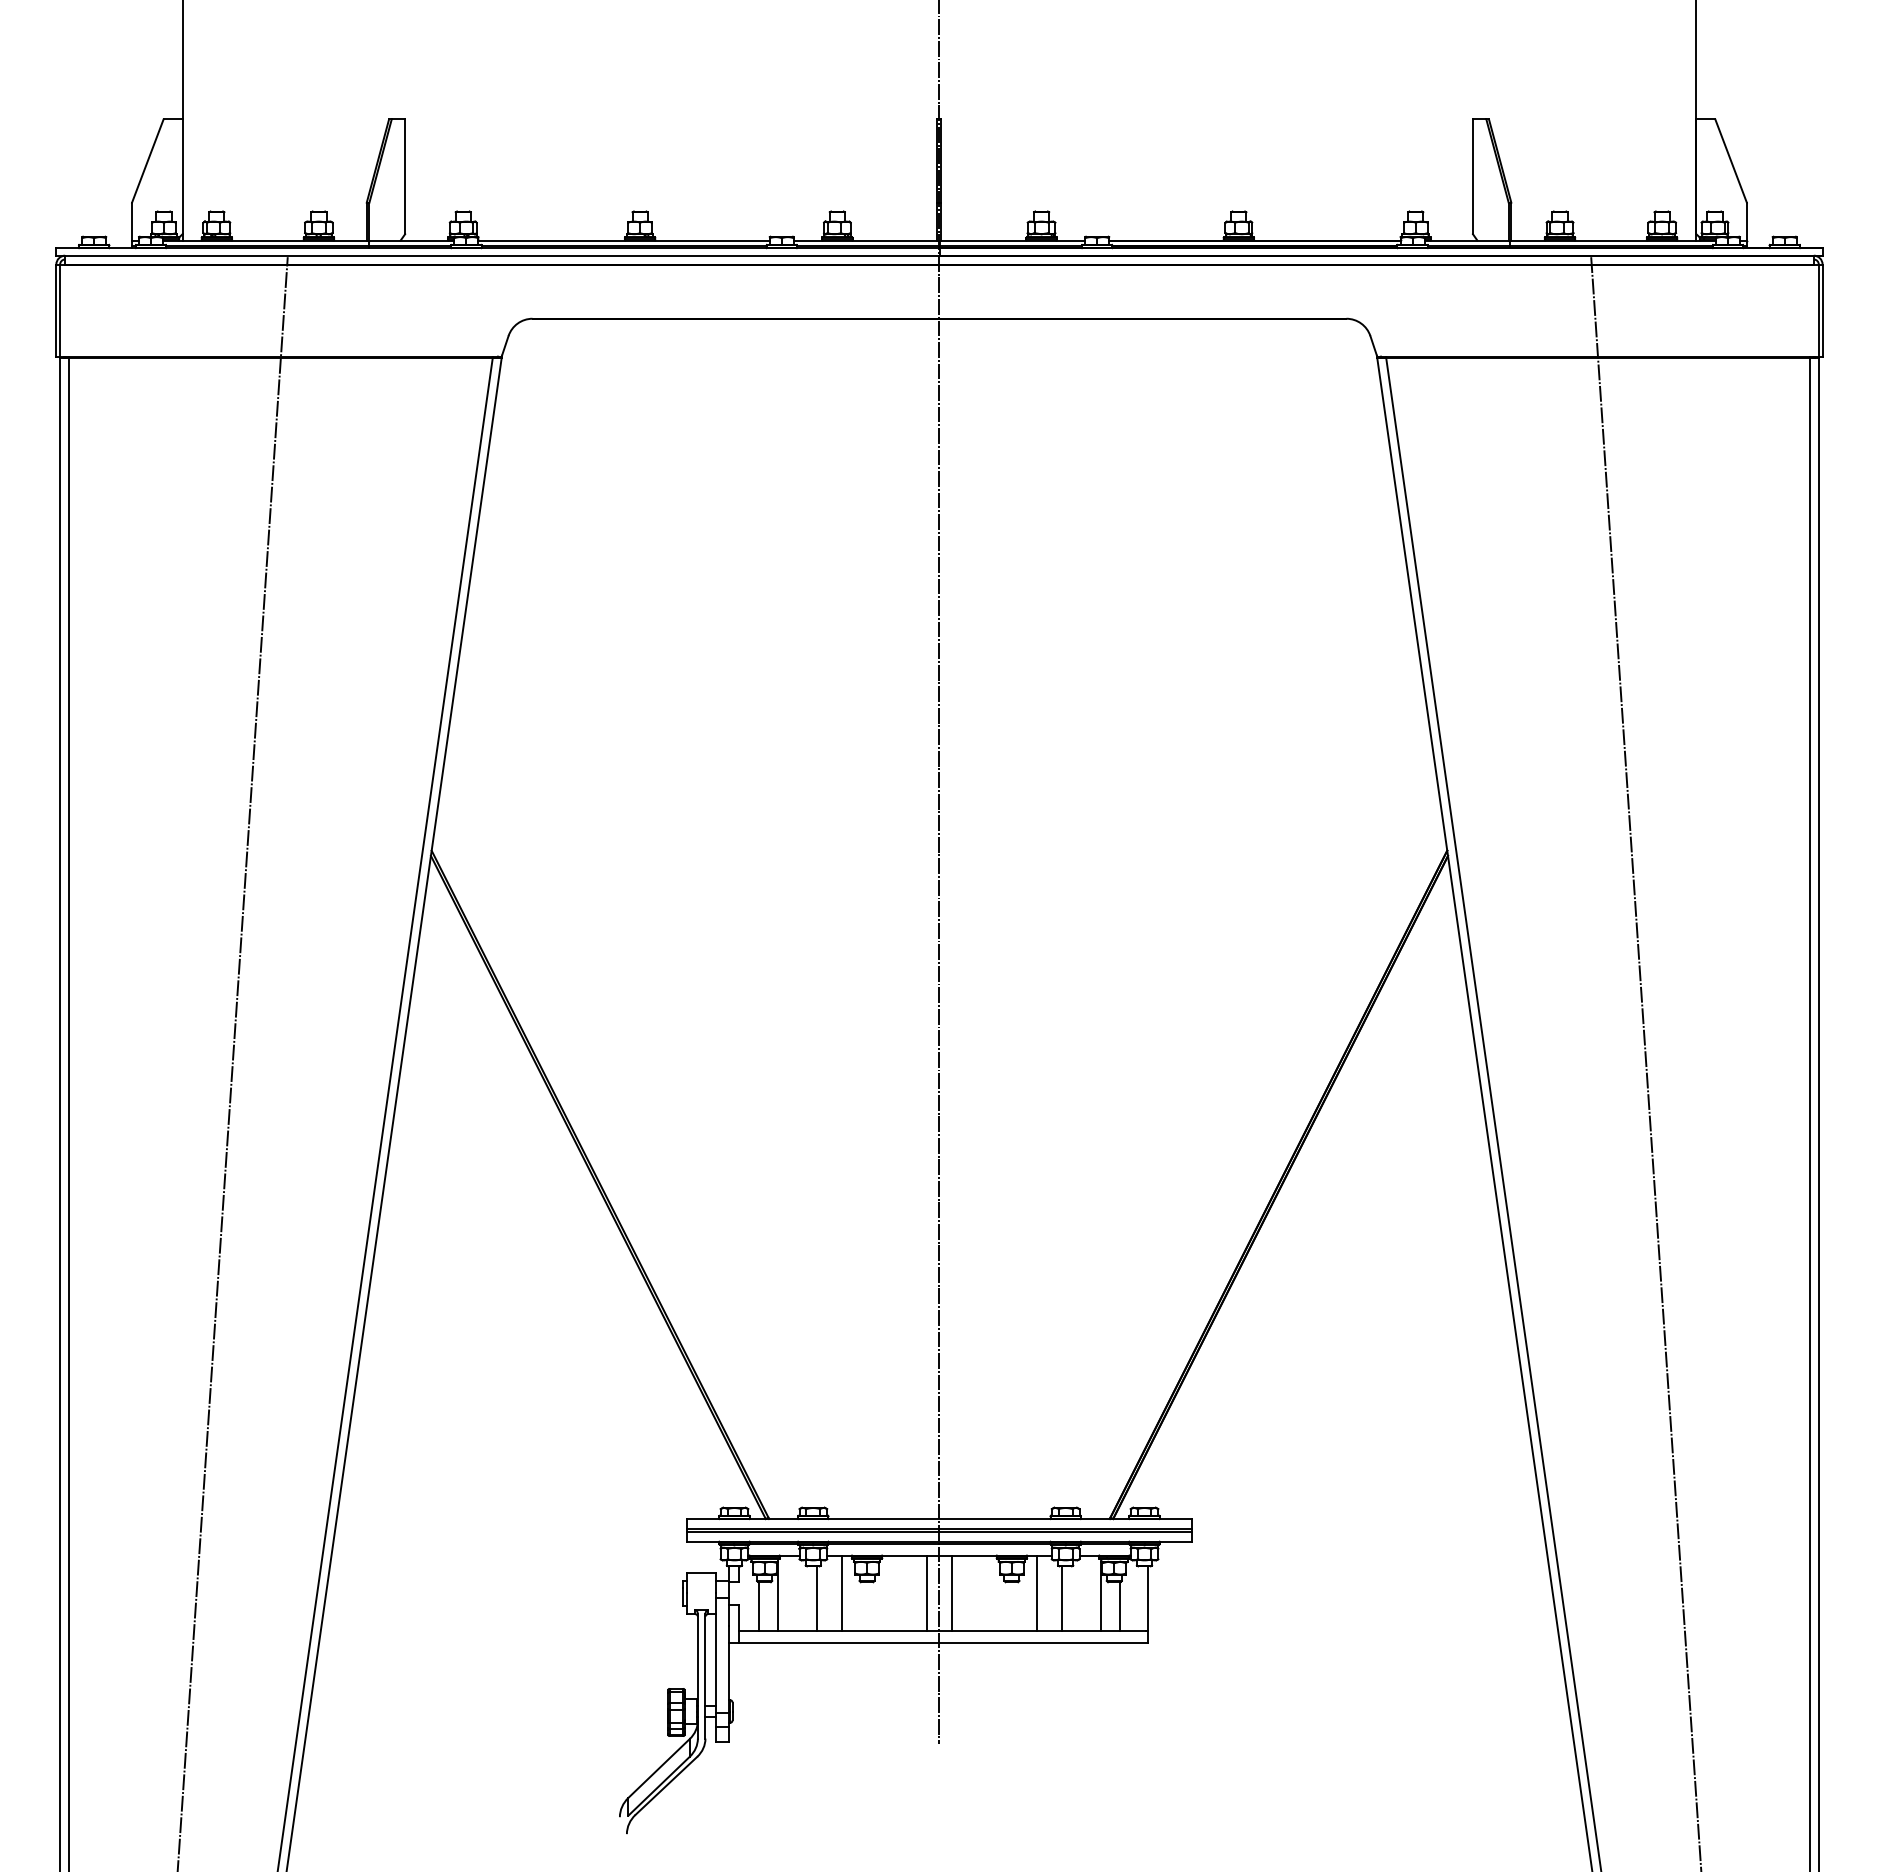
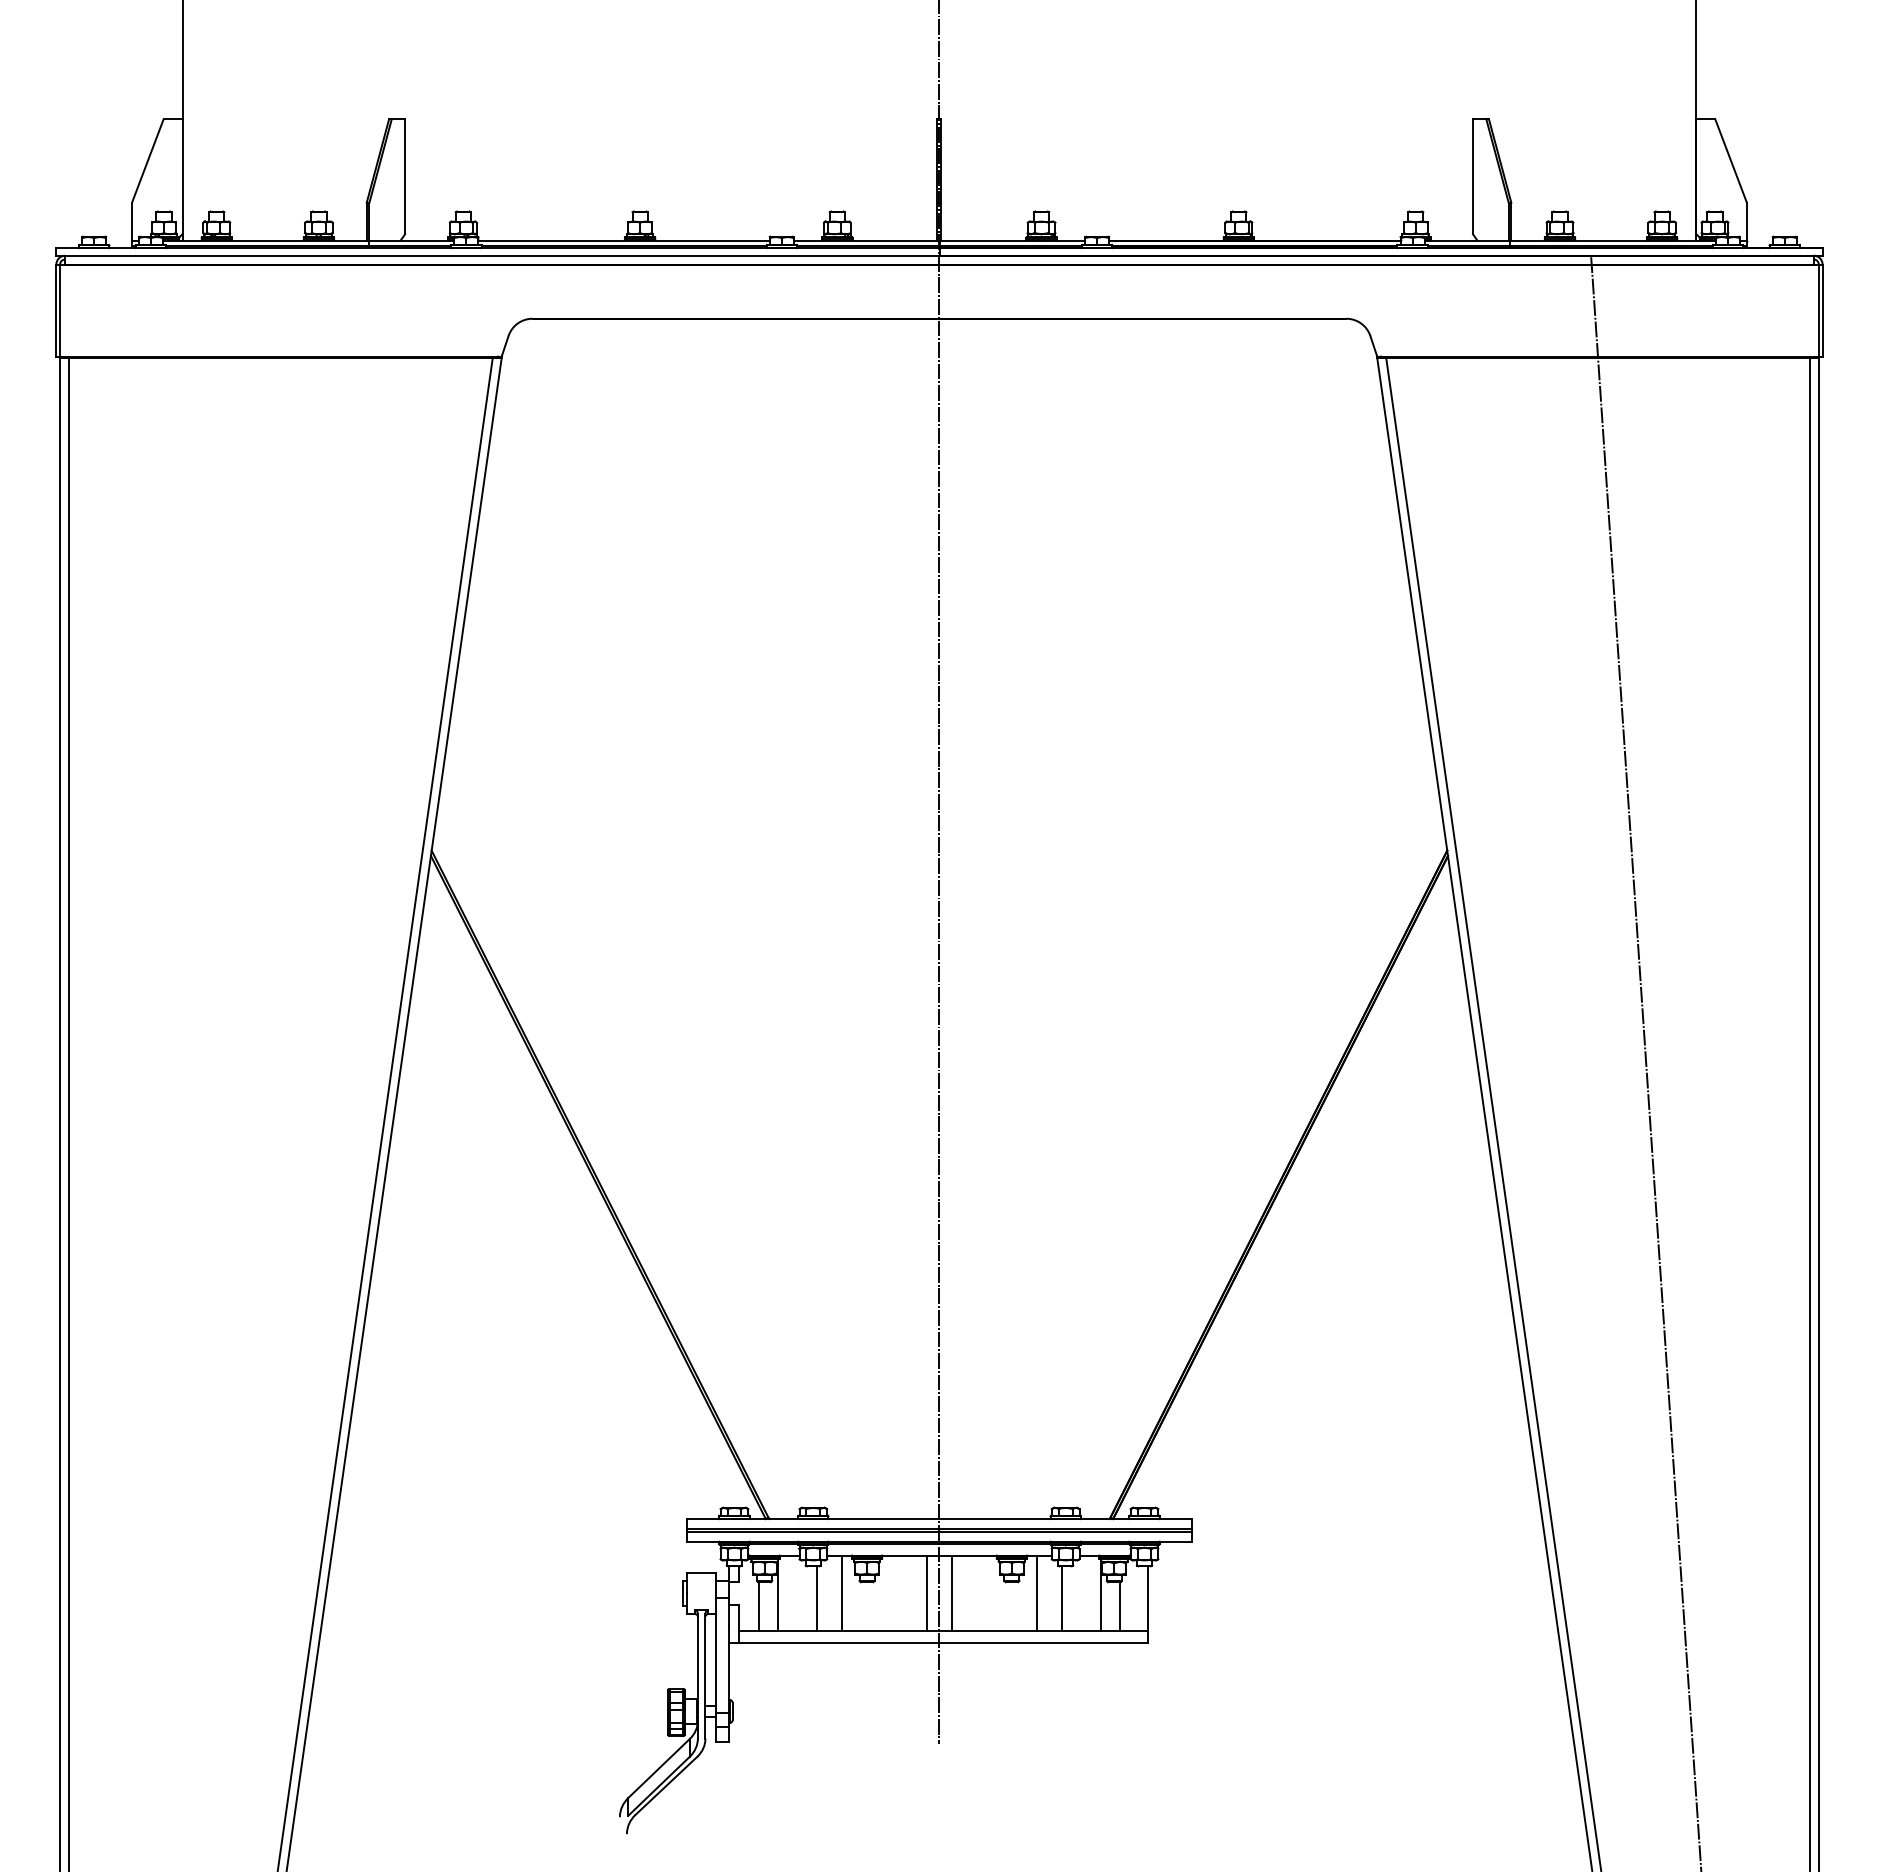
line at (232, 1062): present -> none
